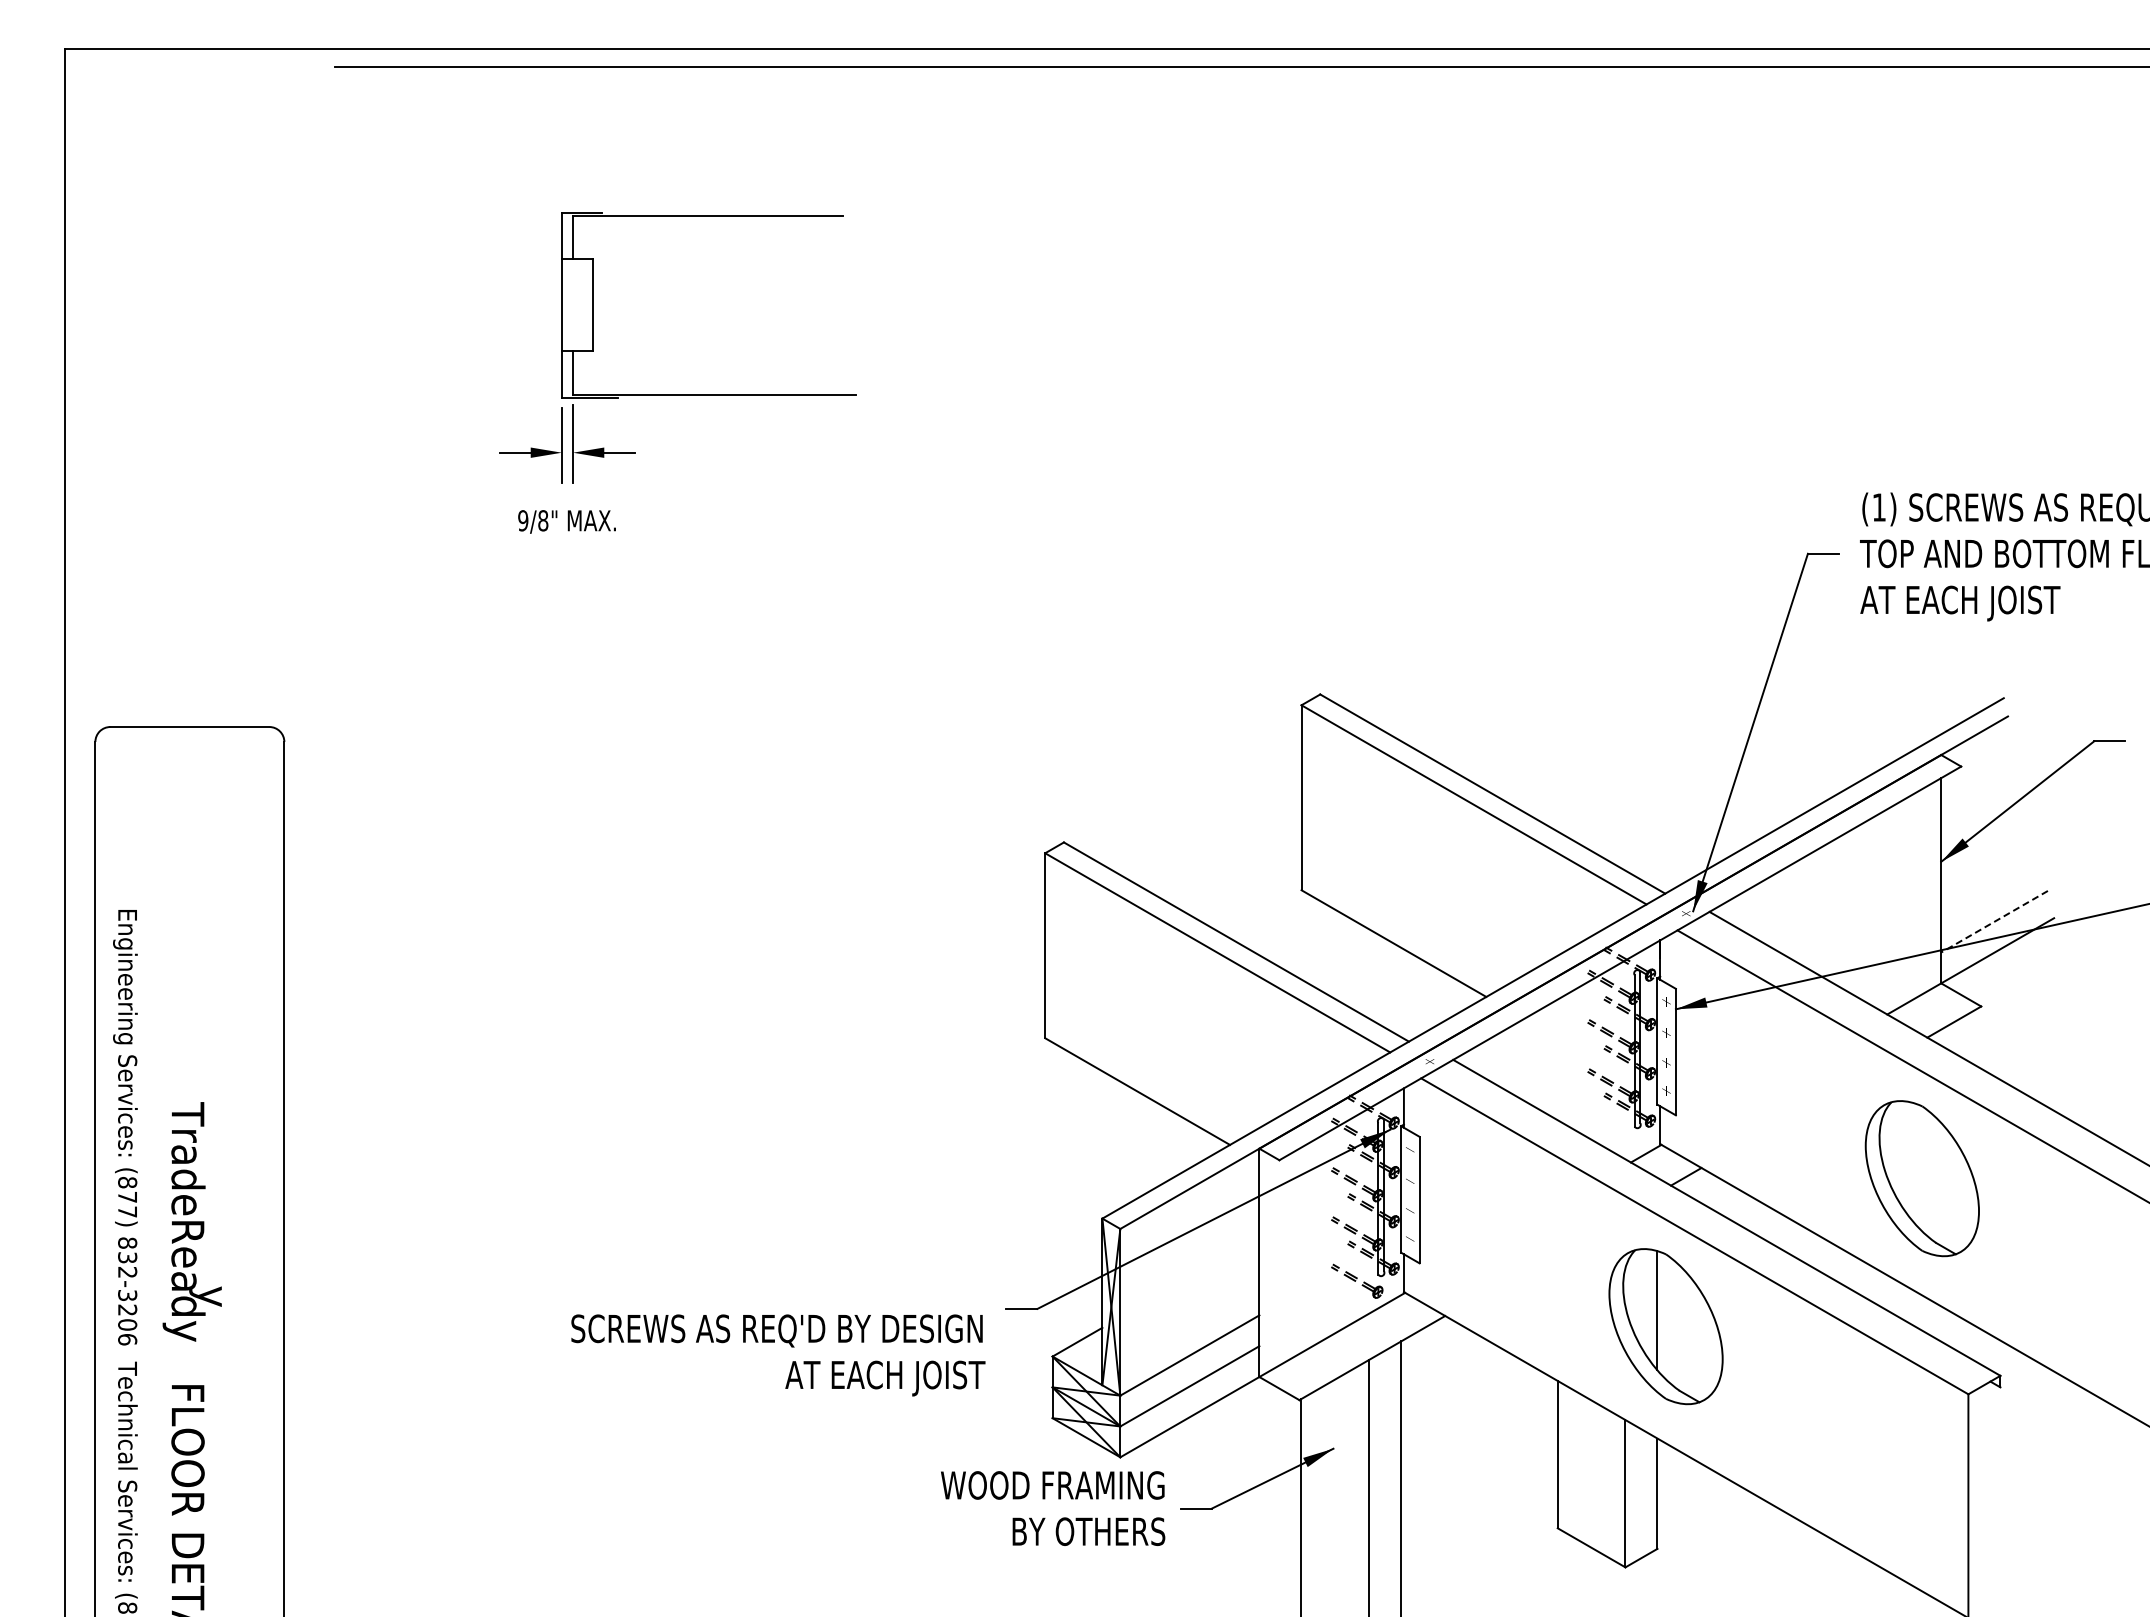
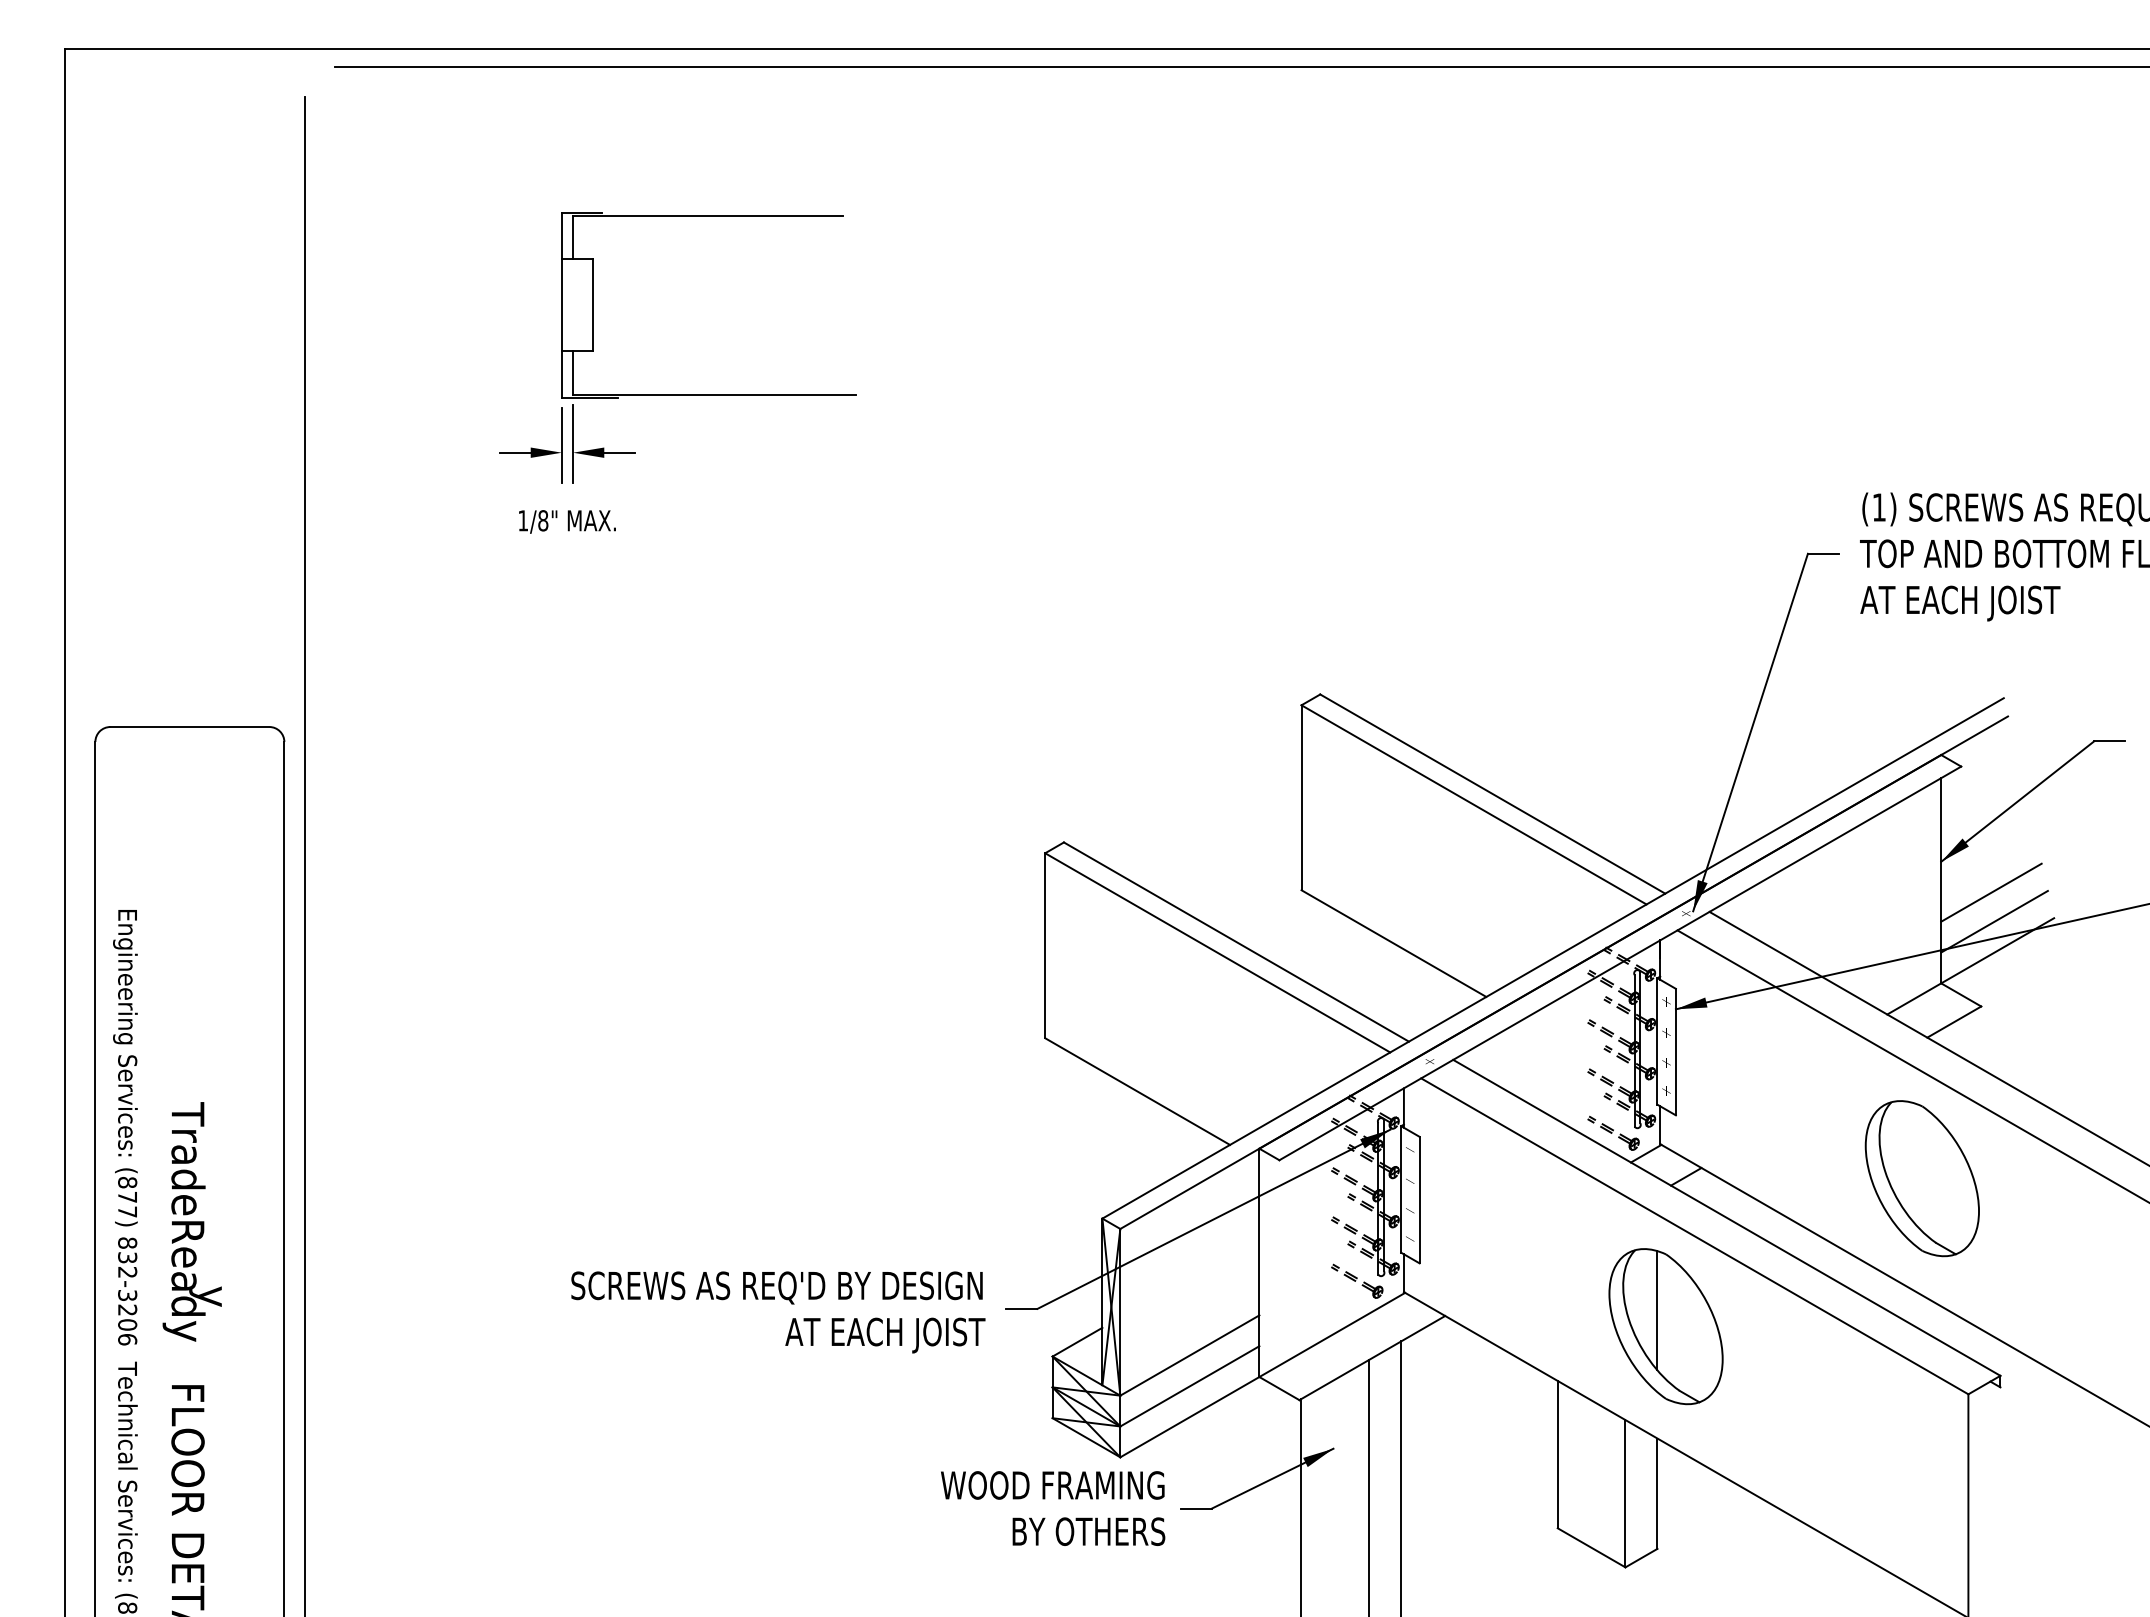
text at (523, 520): 9/8" -> 1/8"
line at (305, 854): none -> present
line at (1991, 892): none -> present
line at (1994, 921): dashed -> solid
part at (1613, 1132): none -> present
text at (778, 1355) position: (778, 1355) -> (778, 1312)
